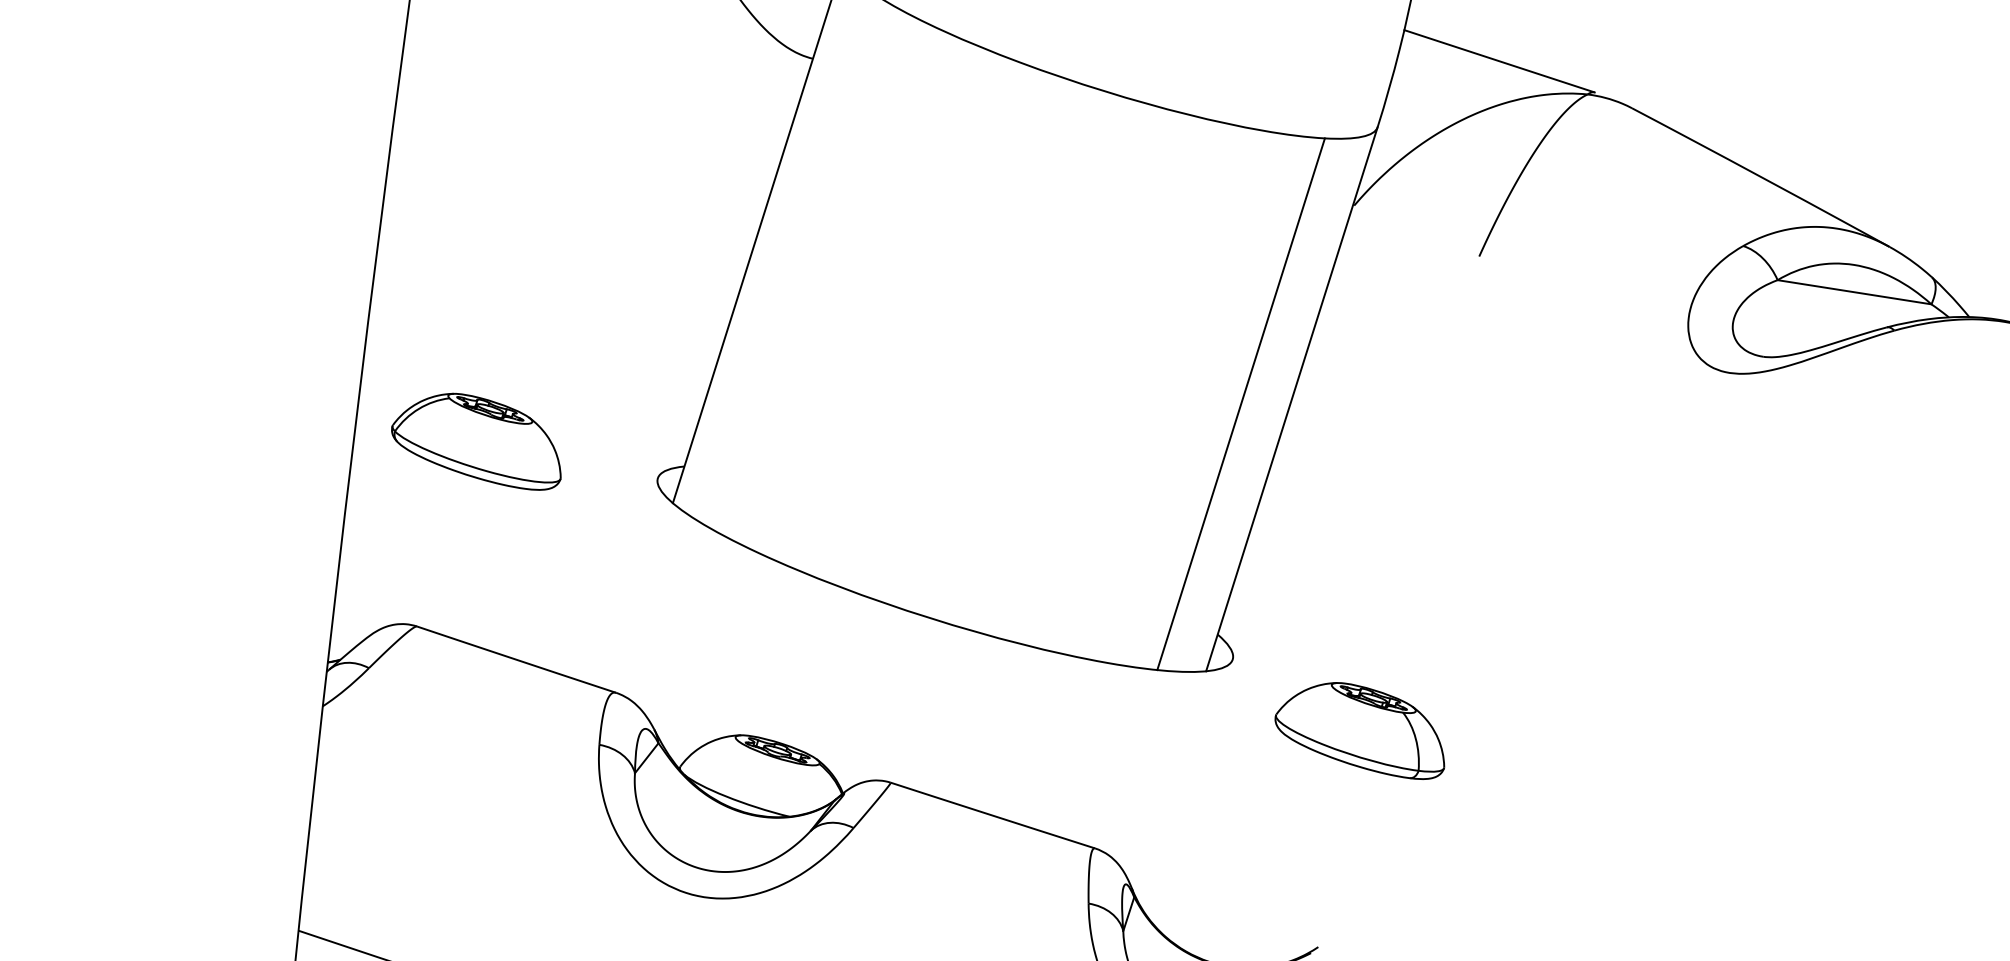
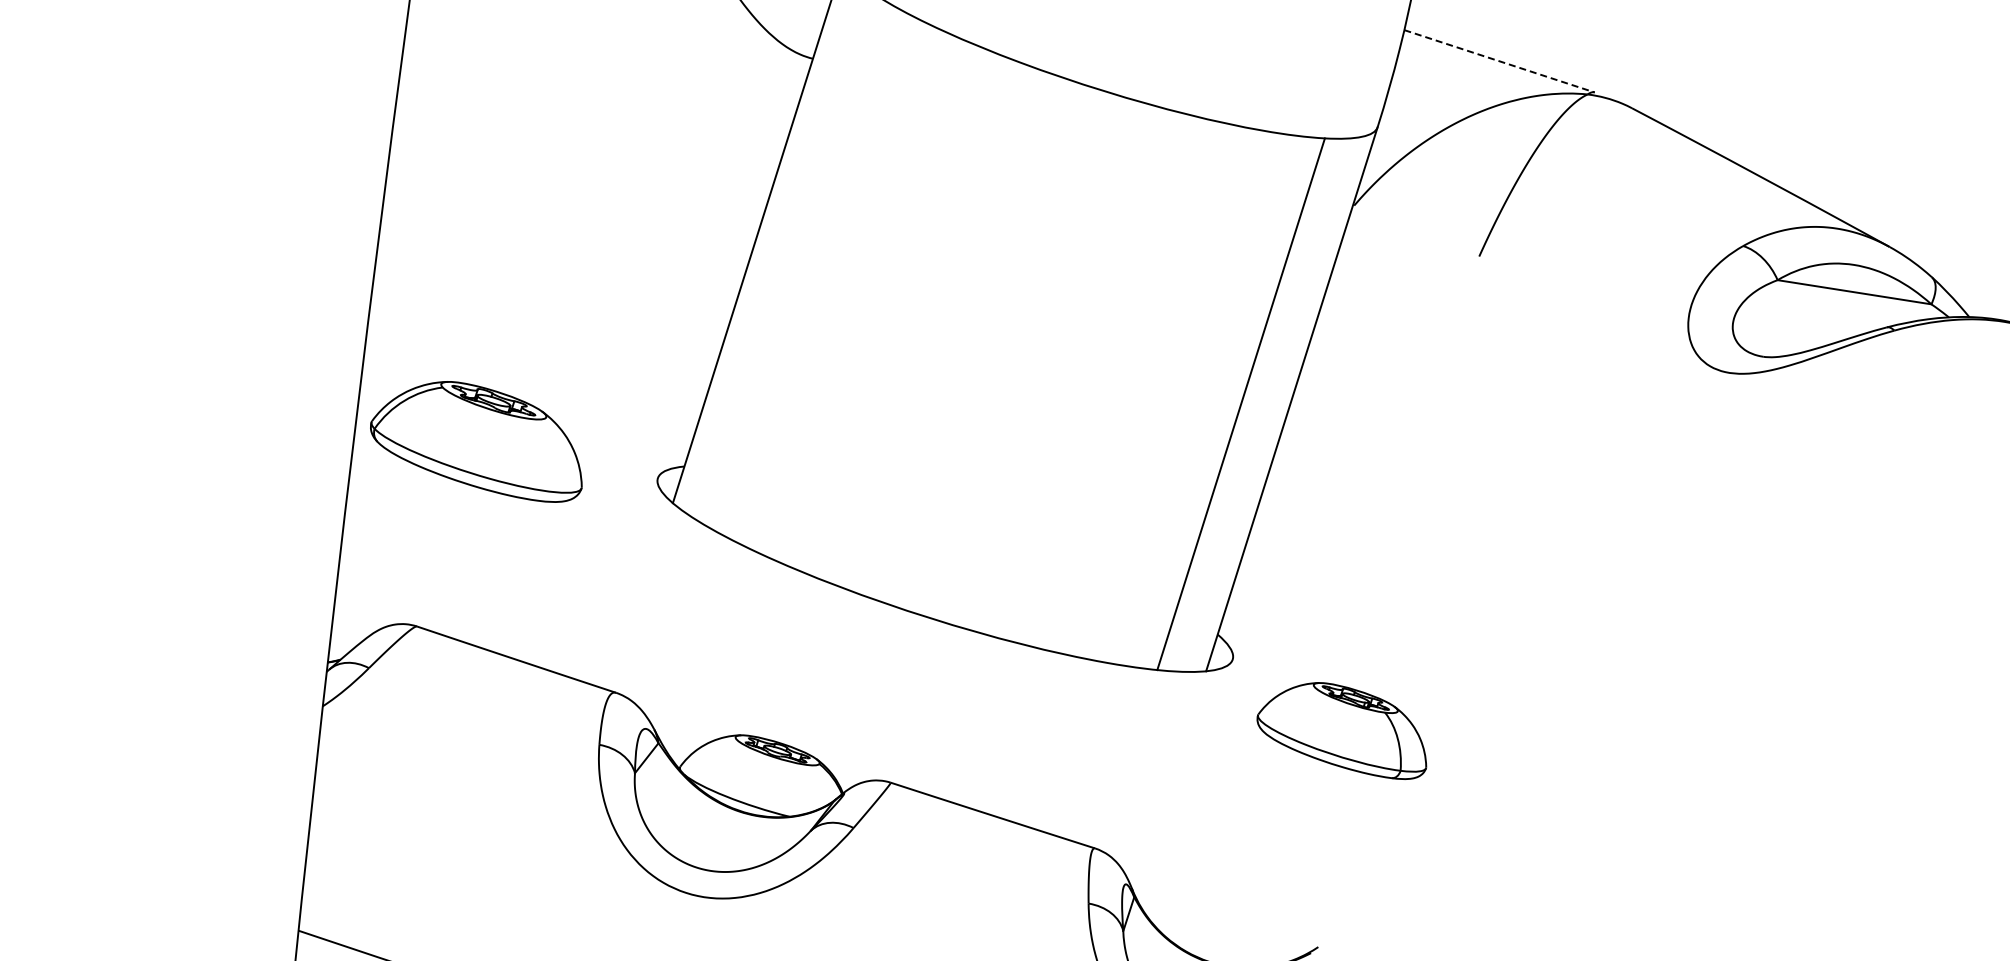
line at (1500, 61): solid -> dashed
part at (476, 441) size: 171x99 px -> 213x122 px
part at (1359, 730) position: (1359, 730) -> (1341, 730)
